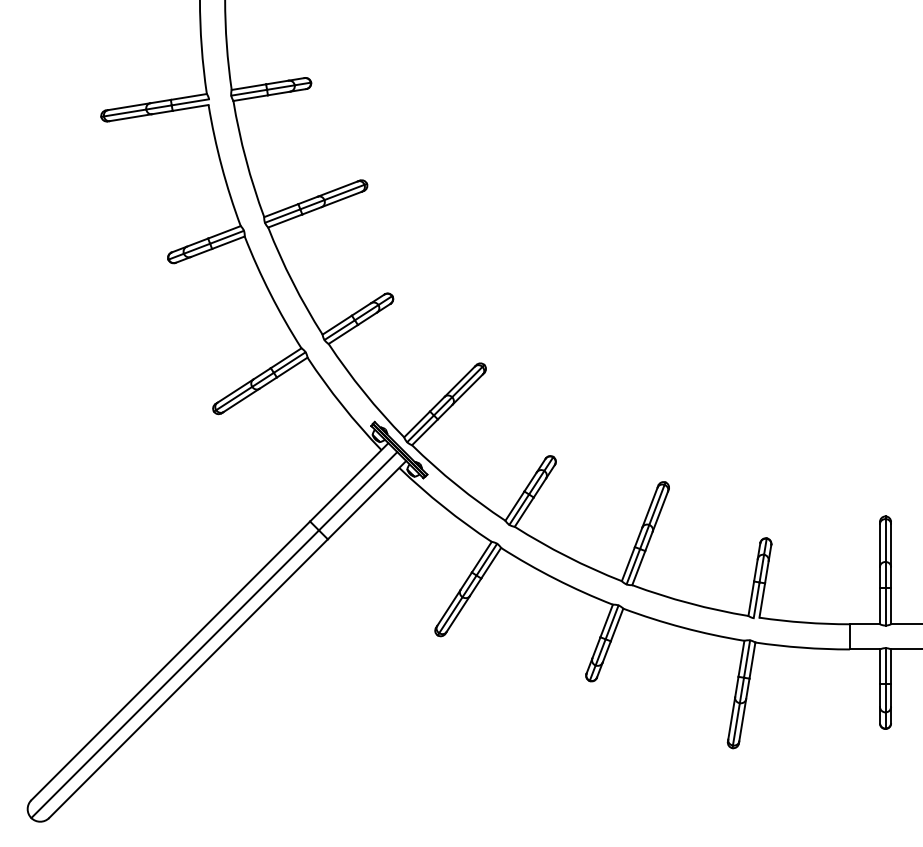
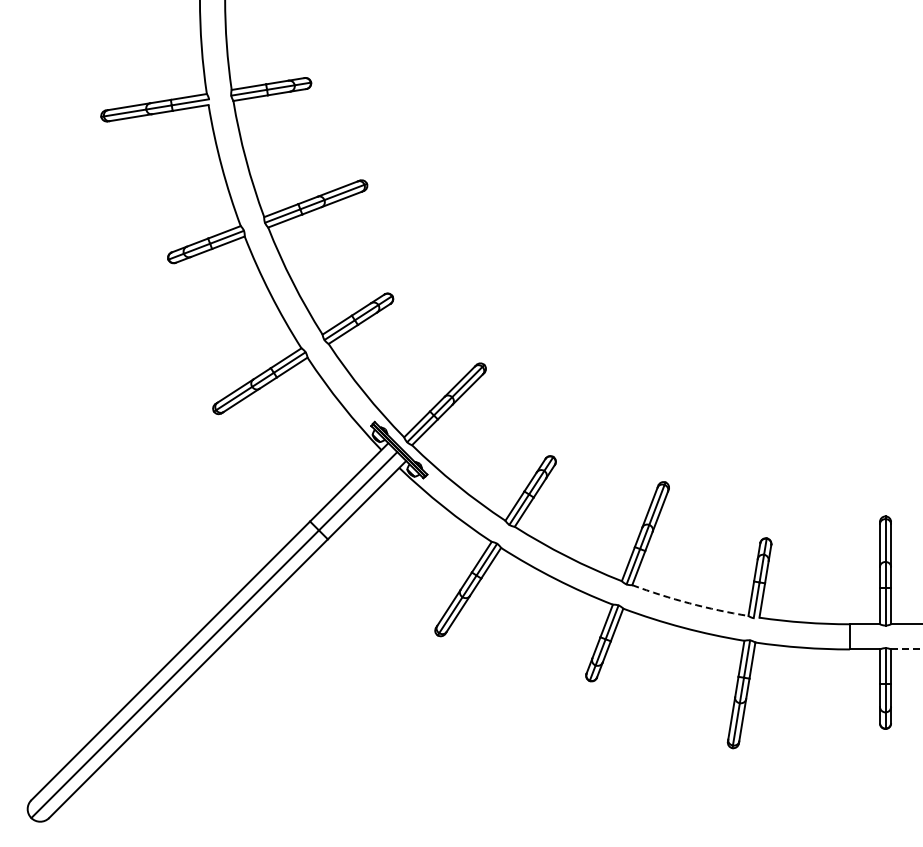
arc at (689, 603): solid -> dashed
line at (906, 649): solid -> dashed
